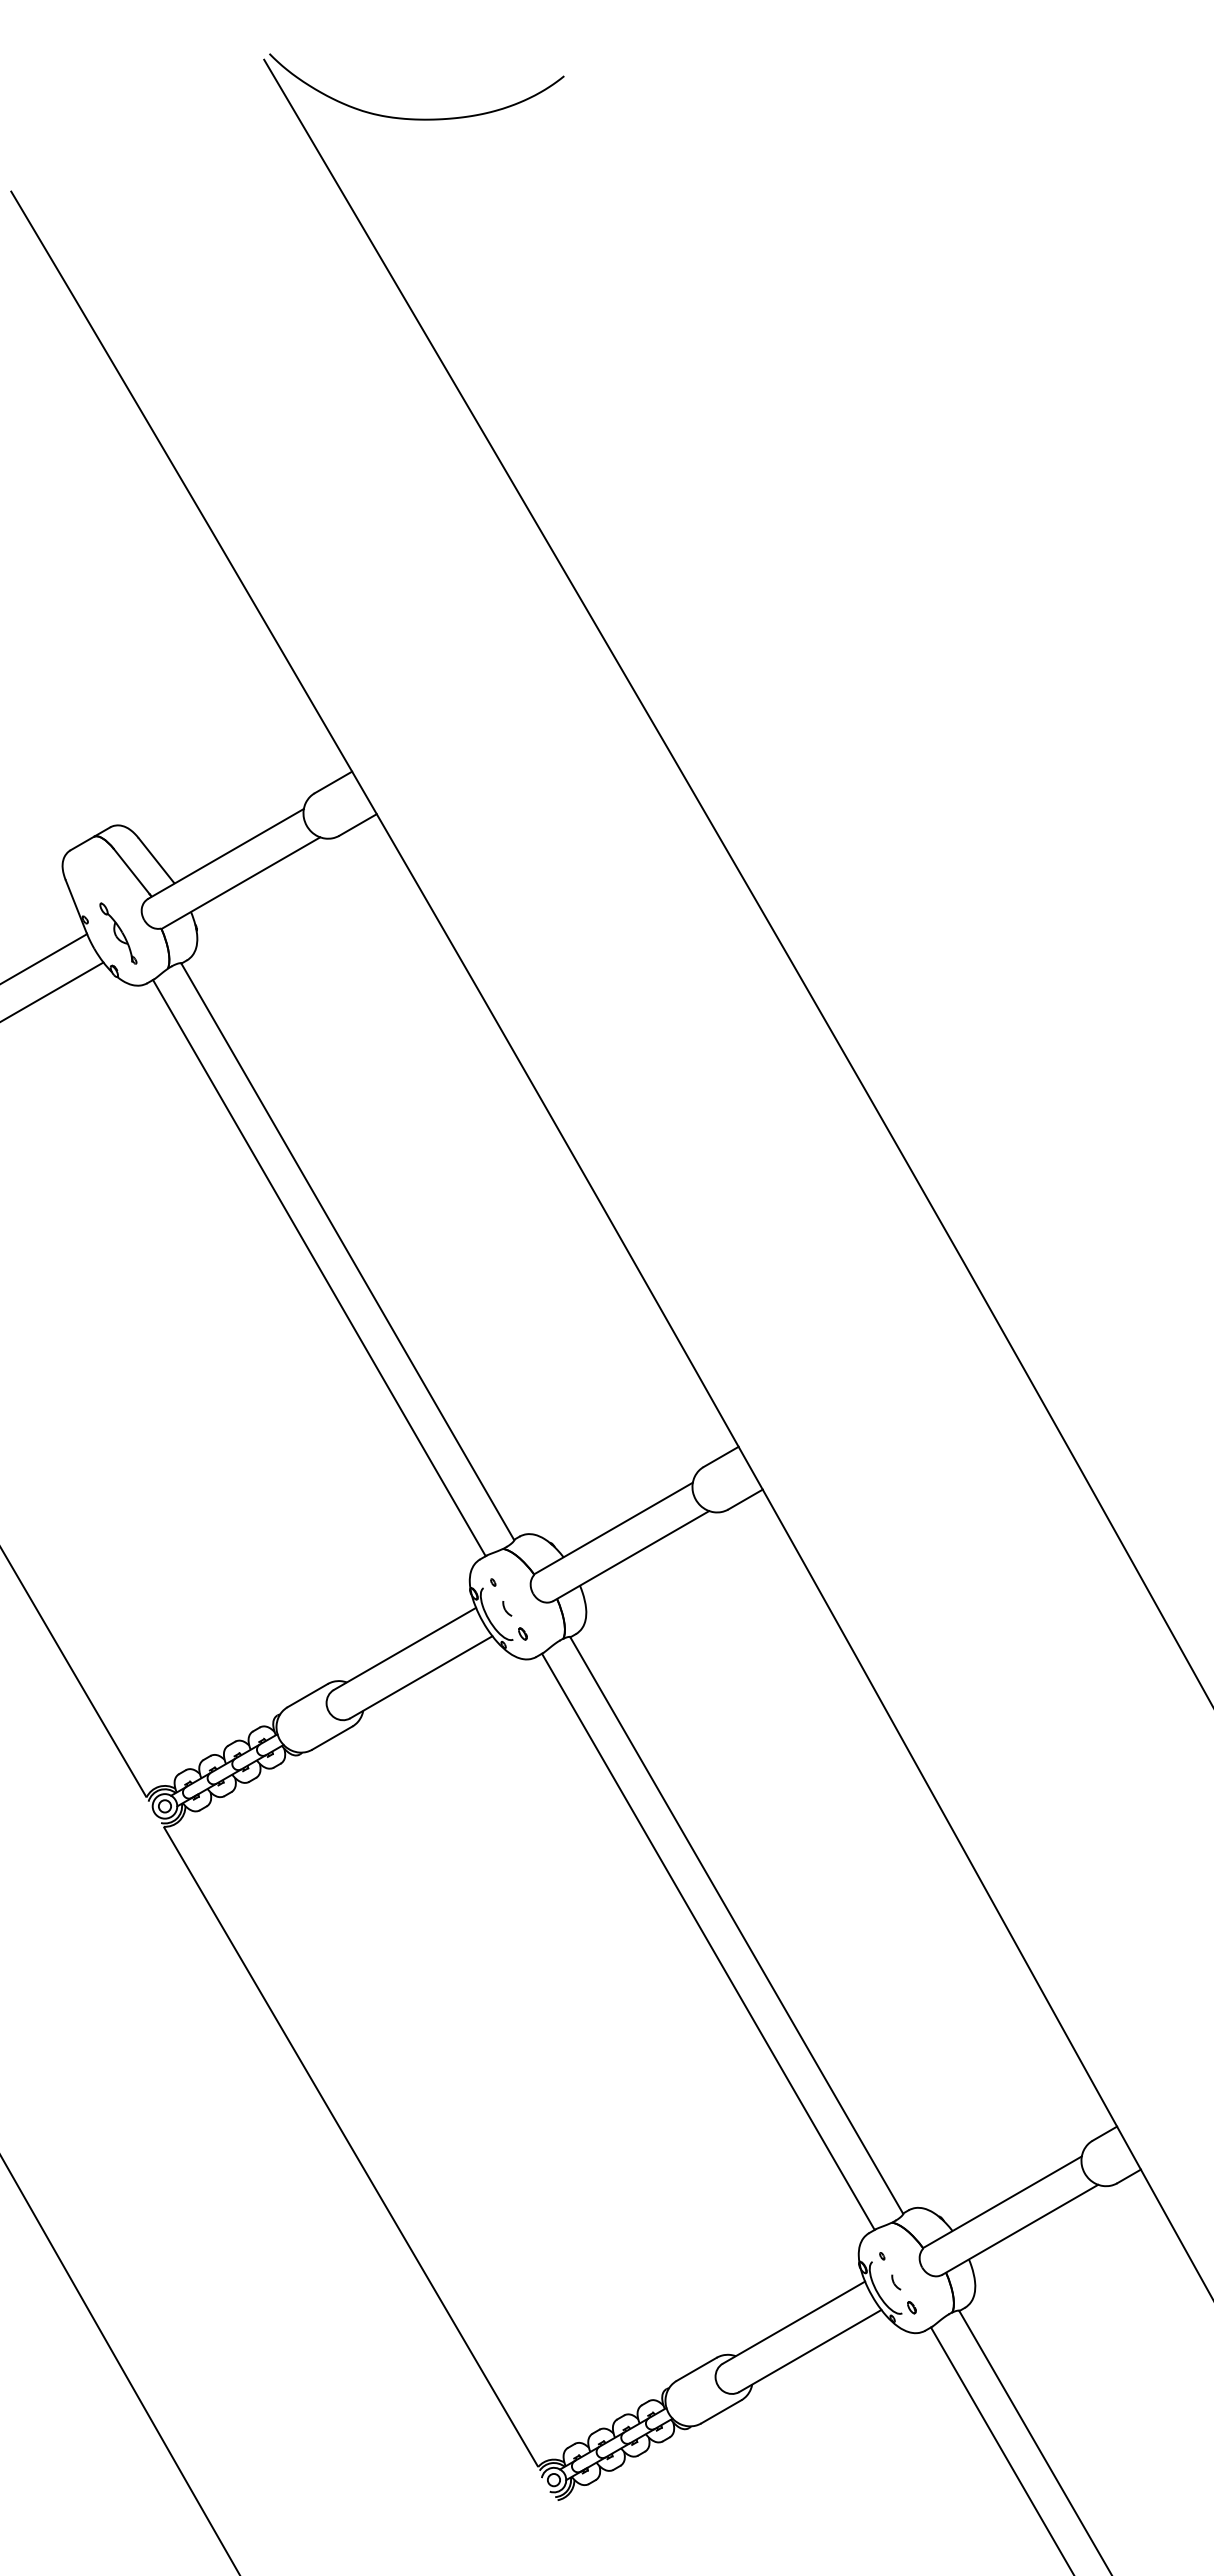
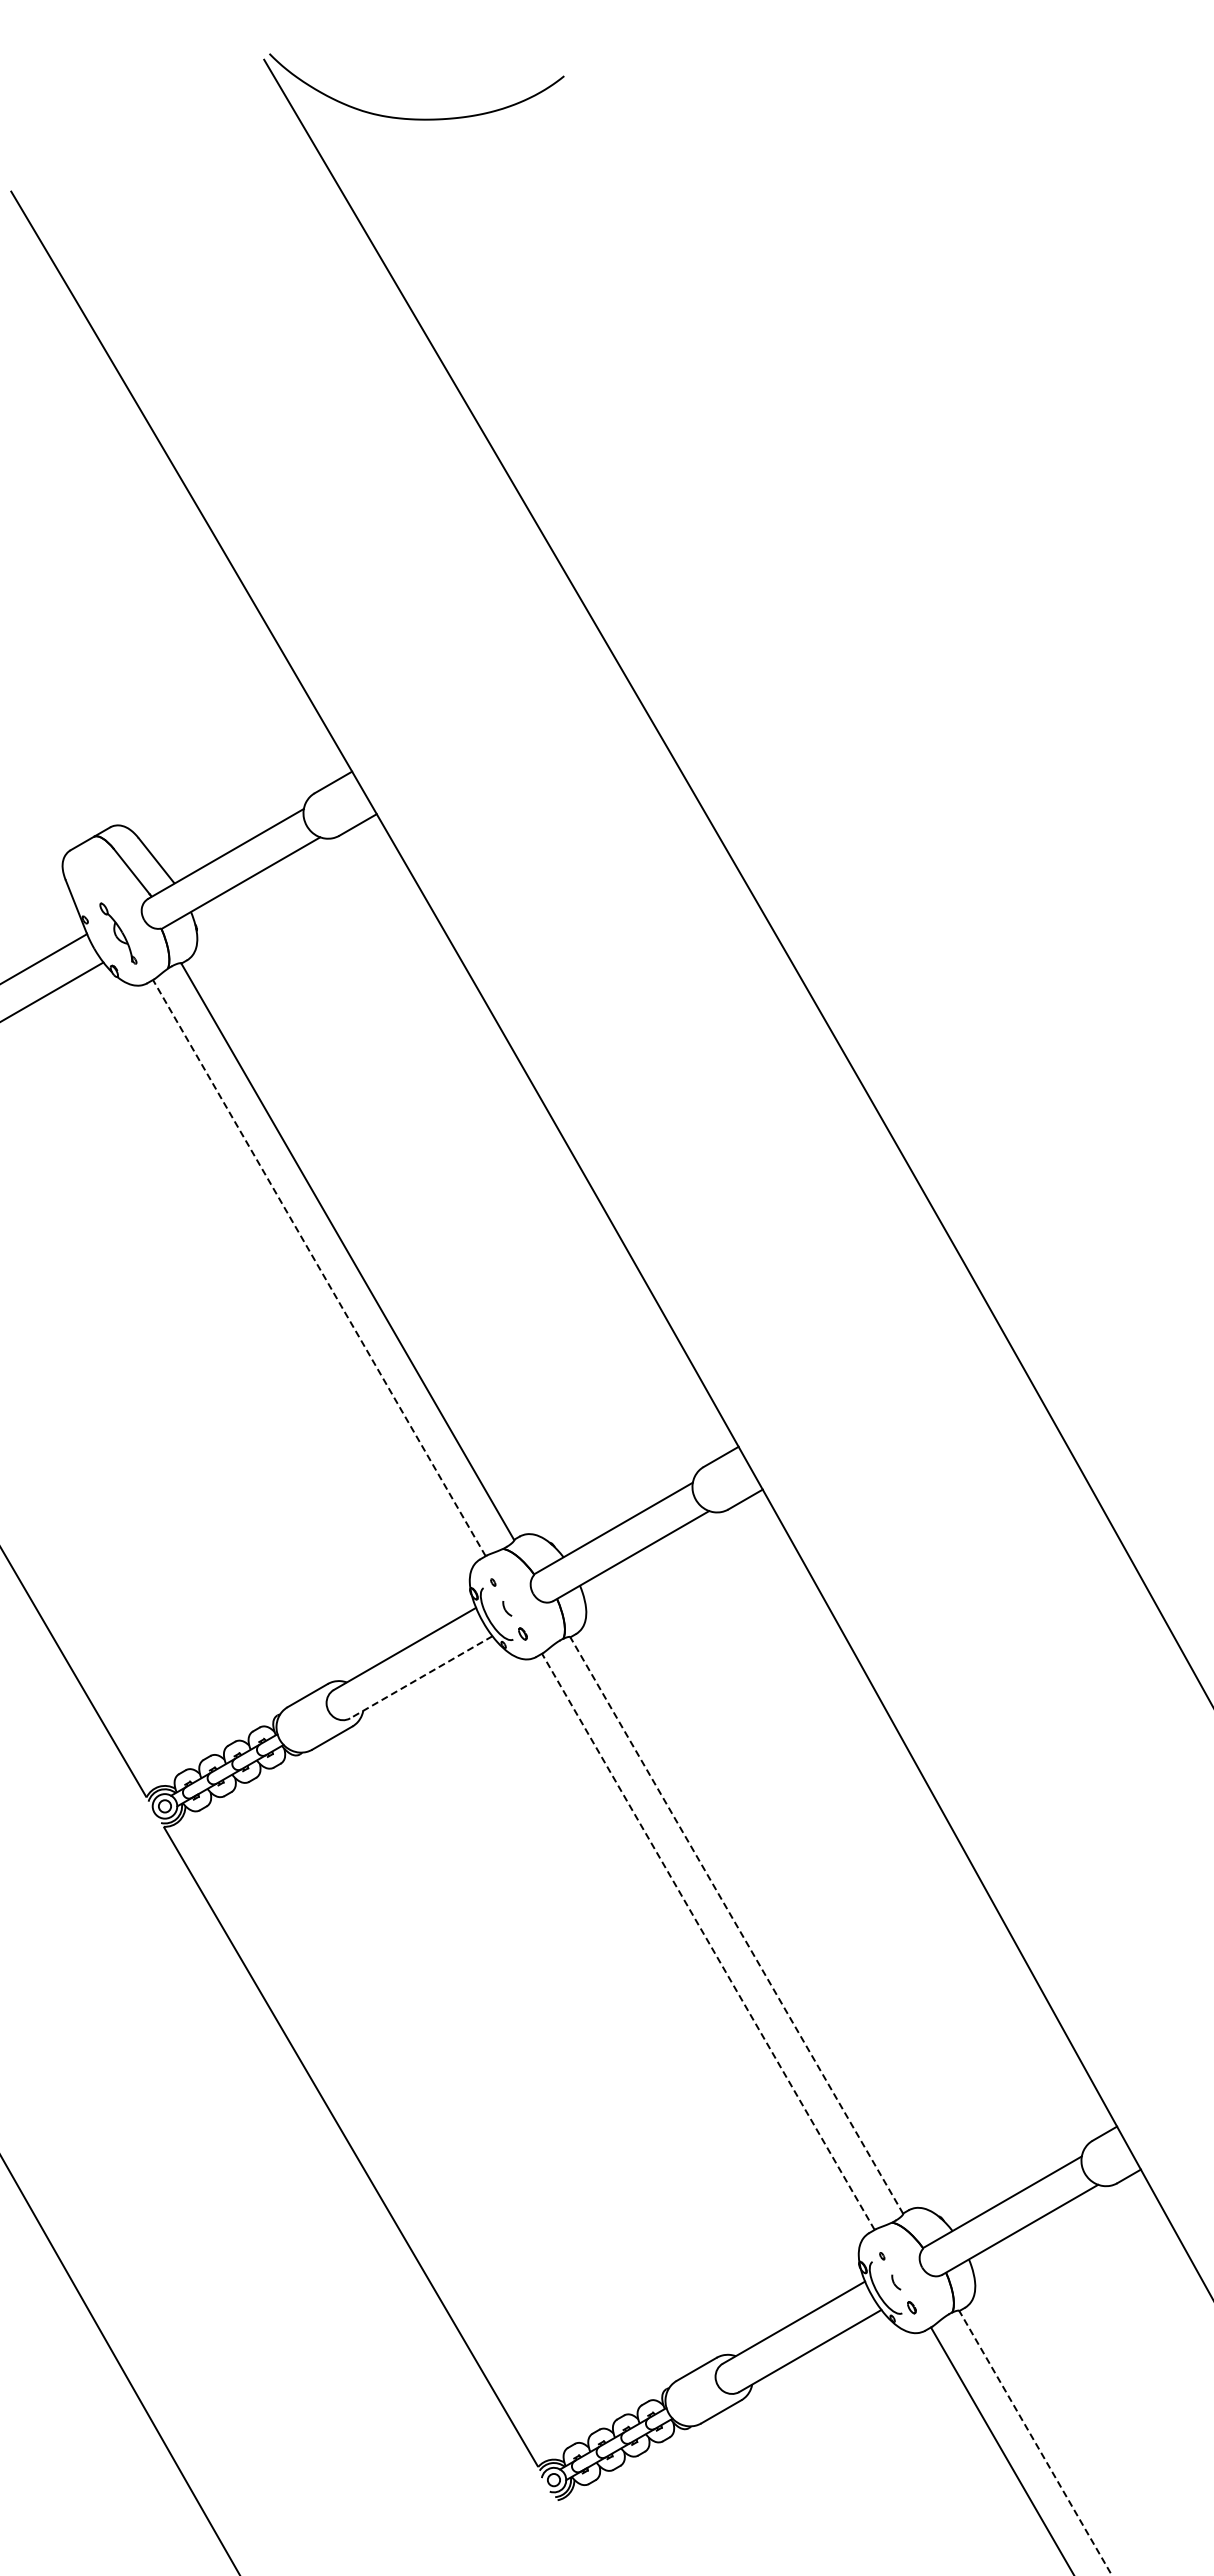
line at (319, 1268): solid -> dashed
line at (420, 1677): solid -> dashed
line at (736, 1925): solid -> dashed
line at (708, 1941): solid -> dashed
line at (1035, 2443): solid -> dashed
